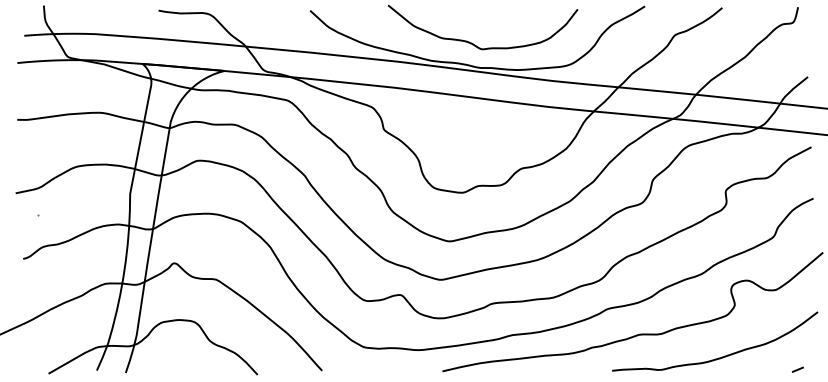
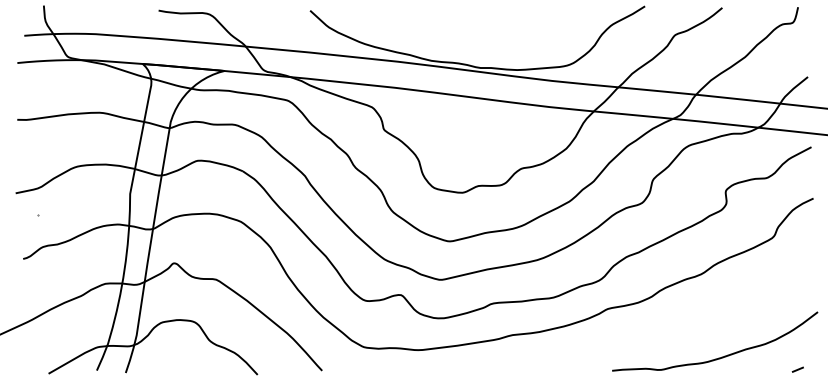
curve at (475, 44): present -> none
curve at (639, 333): present -> none
